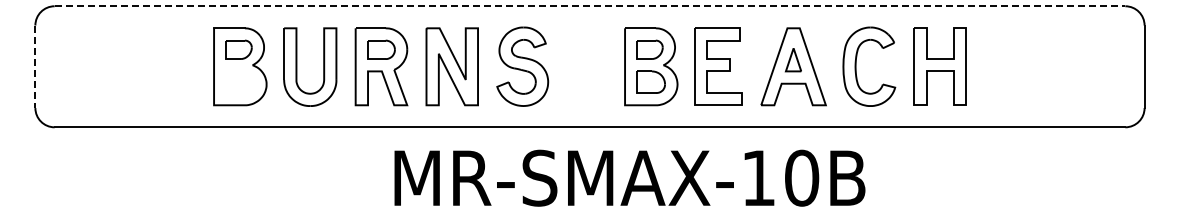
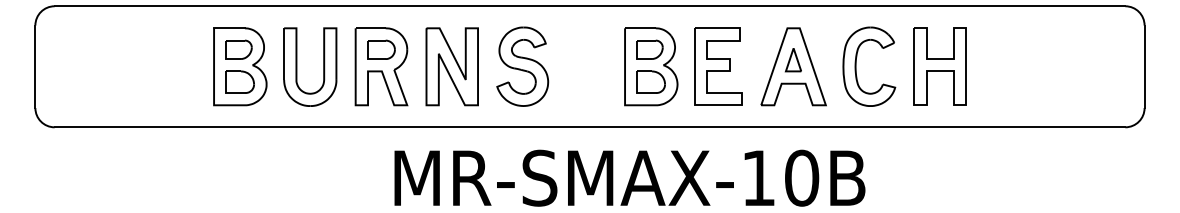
line at (590, 6): dashed -> solid
line at (35, 67): dashed -> solid
part at (239, 81): none -> present
